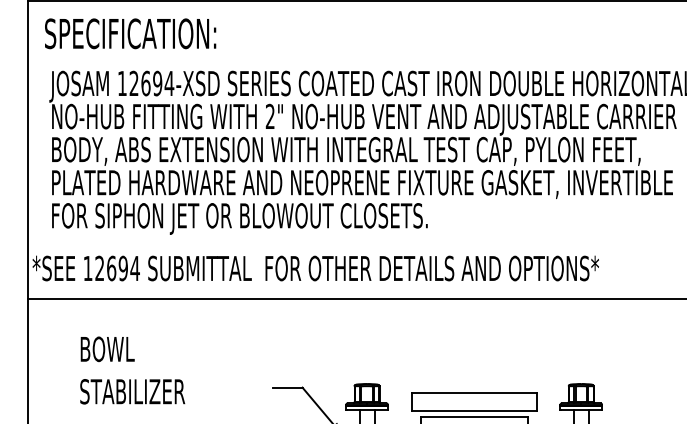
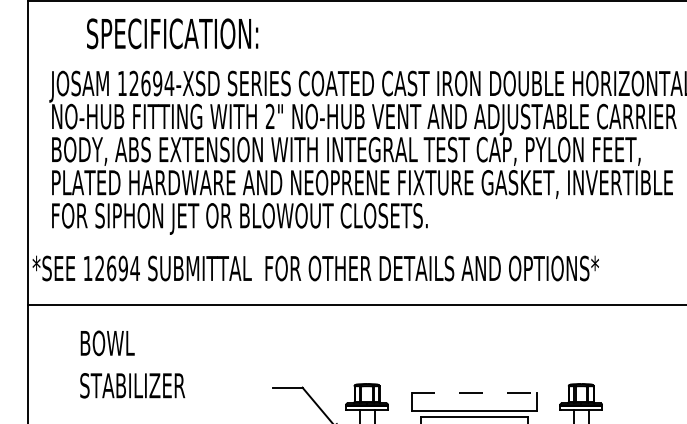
text at (130, 33) position: (130, 33) -> (172, 33)
line at (355, 298) position: (355, 298) -> (355, 304)
text at (132, 370) position: (132, 370) -> (132, 364)
line at (474, 392): solid -> dashed
